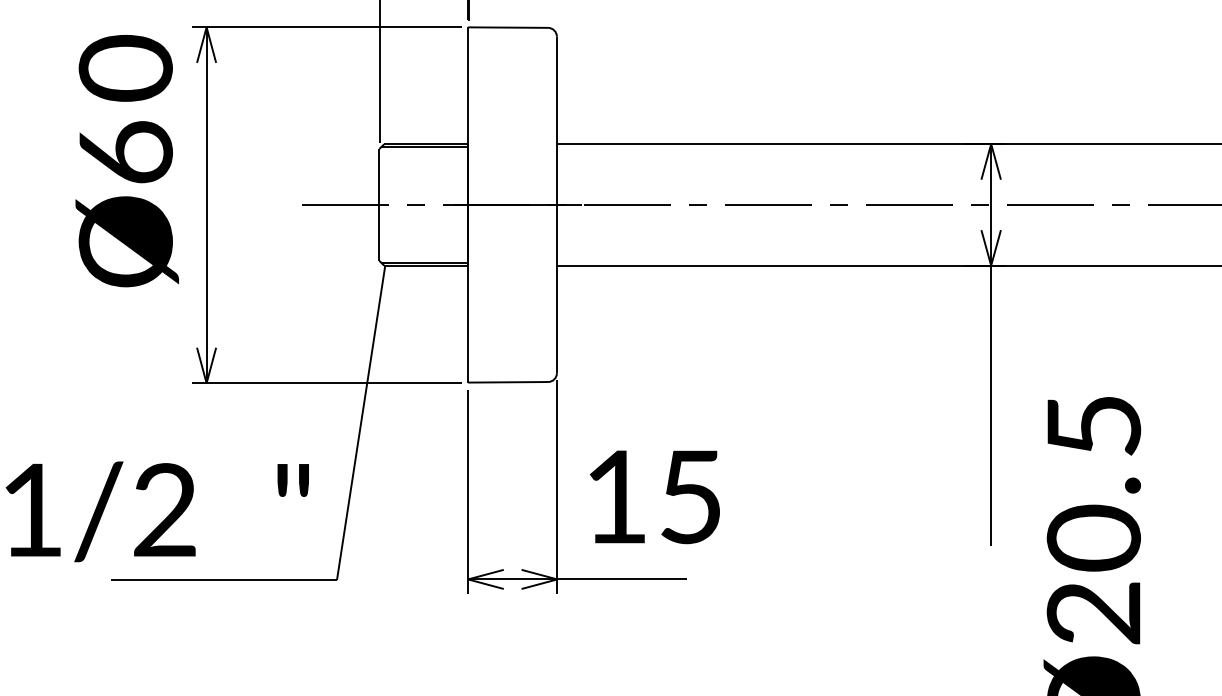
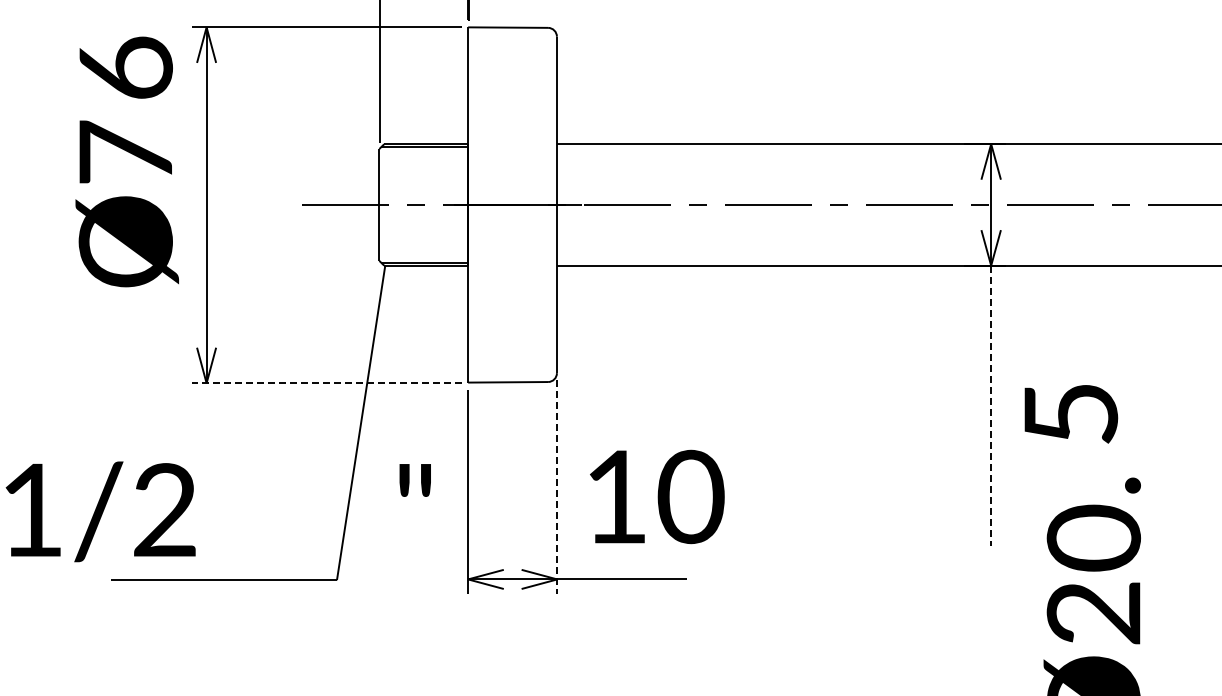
text at (125, 67): 0 -> 6
text at (125, 151): Ø6 -> Ø7
line at (326, 383): solid -> dashed
line at (991, 406): solid -> dashed
text at (1094, 426) position: (1094, 426) -> (1071, 414)
text at (292, 480) position: (292, 480) -> (414, 480)
line at (557, 487): solid -> dashed
text at (690, 496): 15 -> 10
